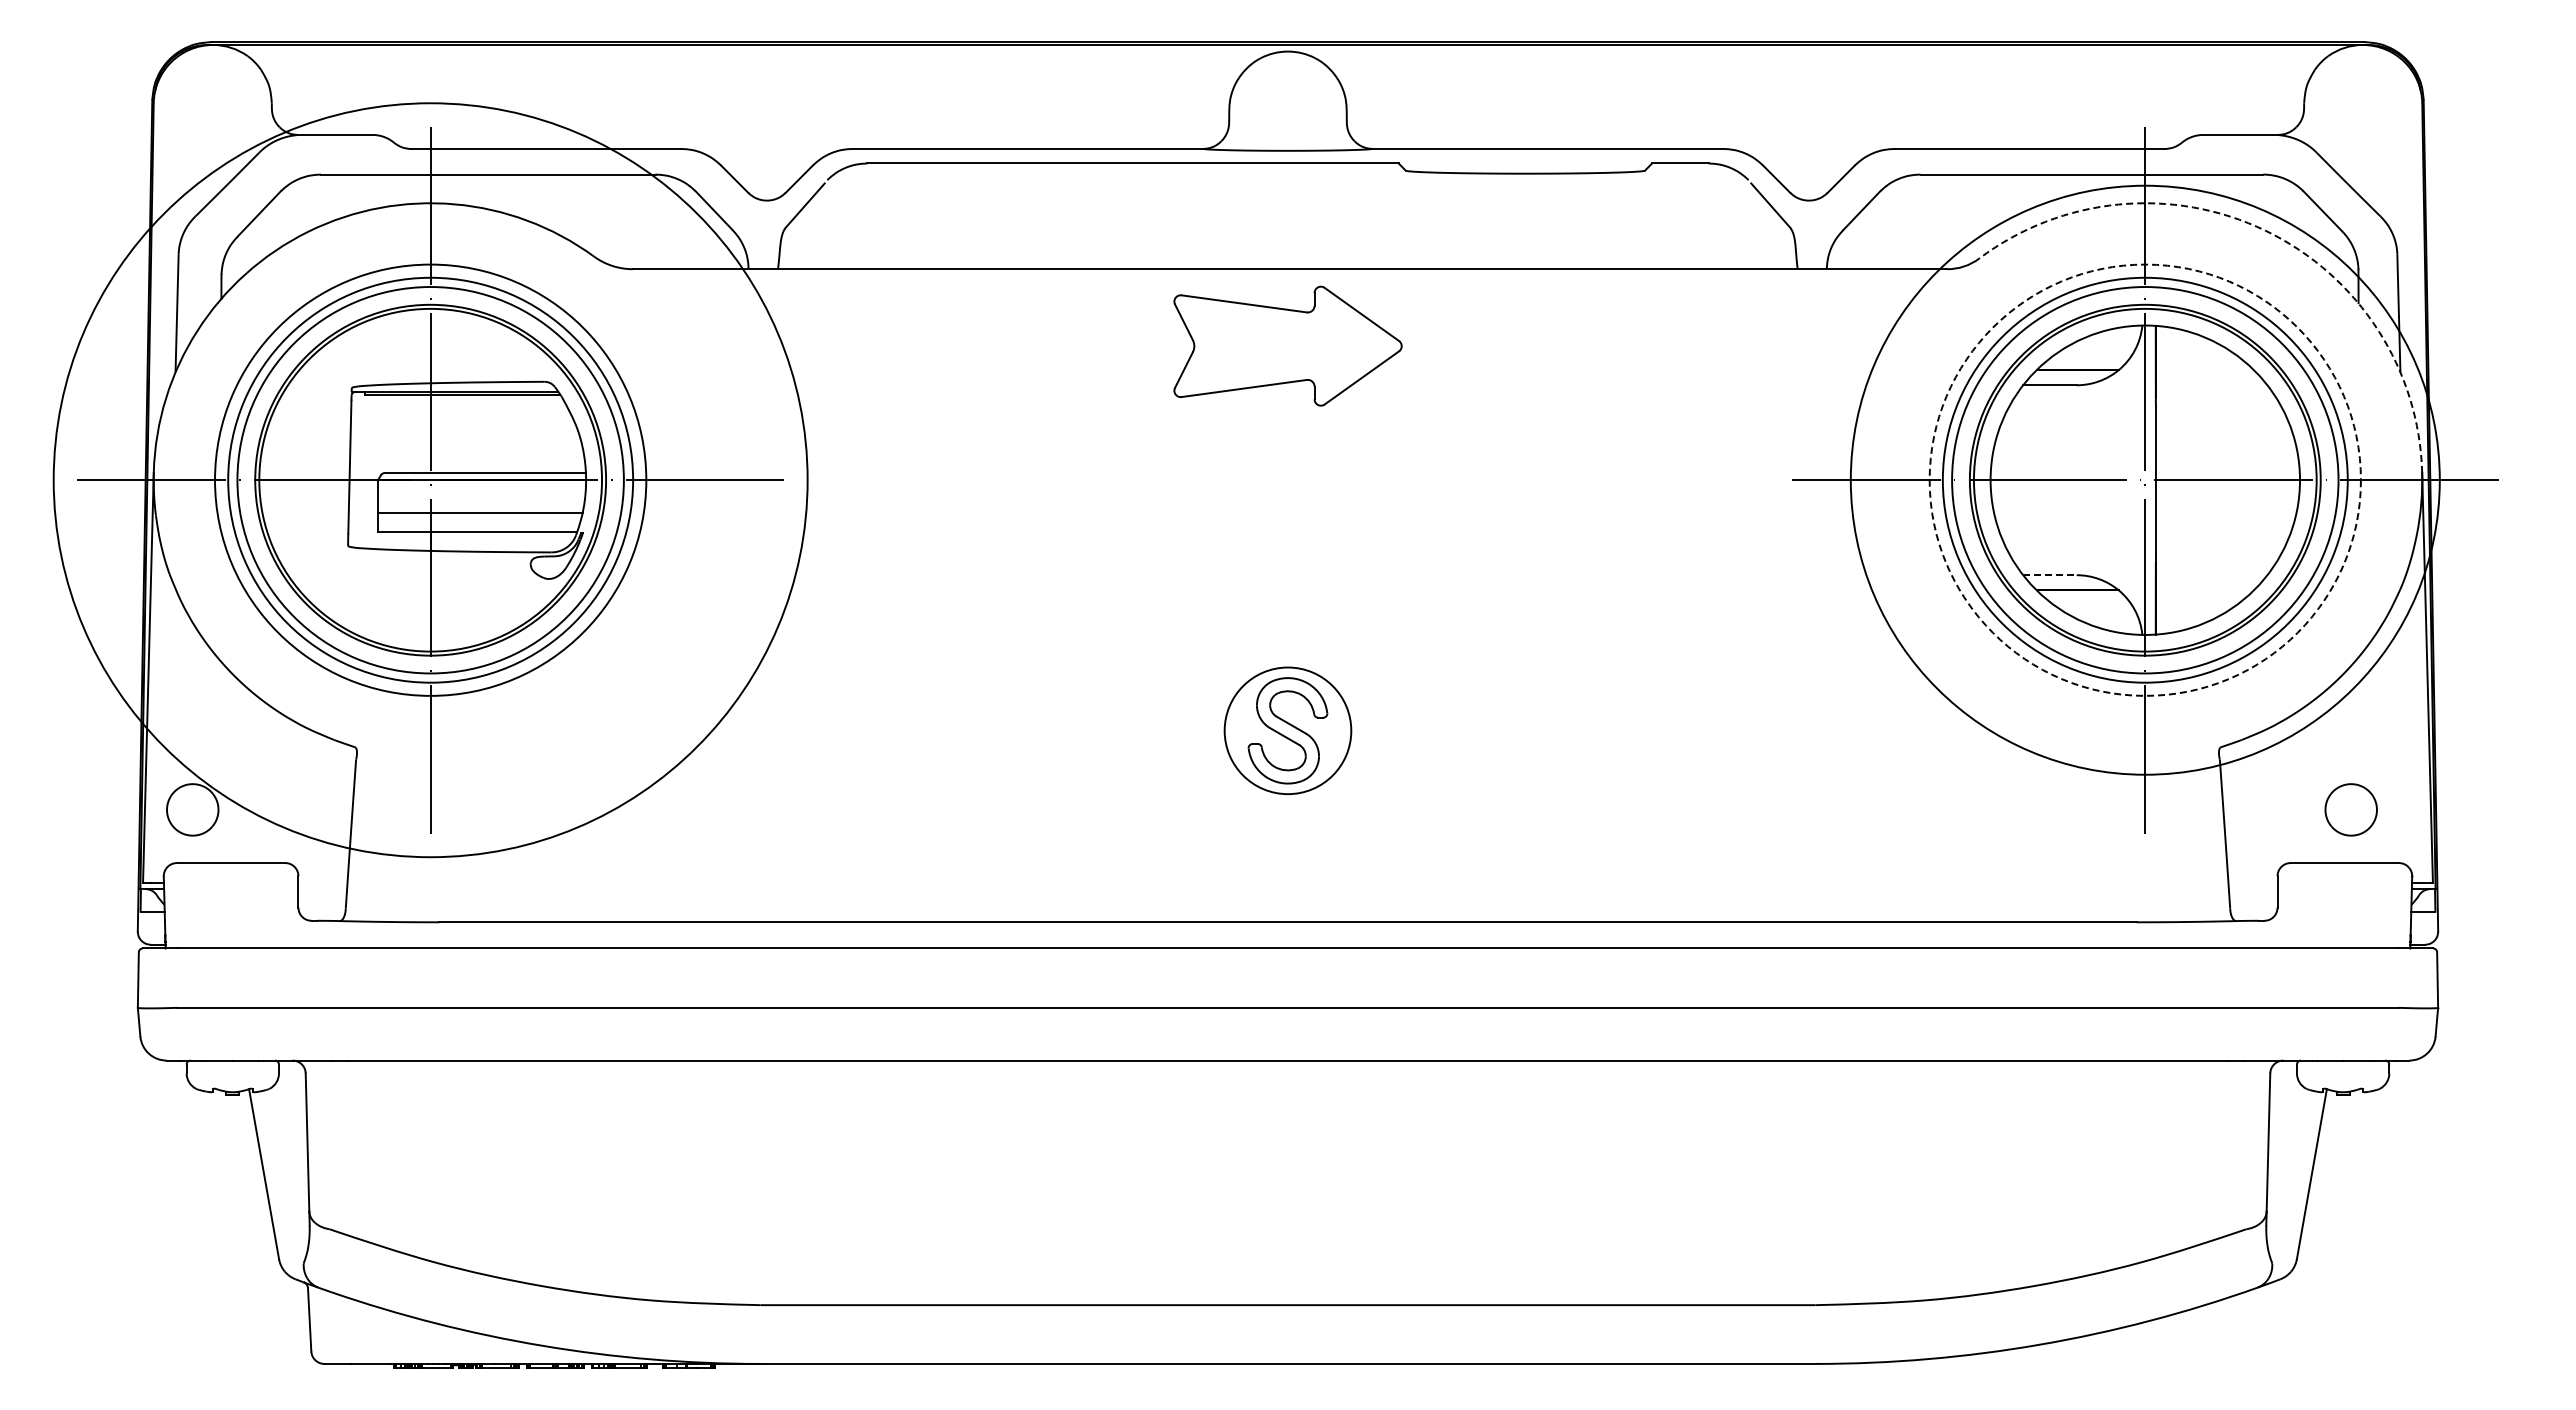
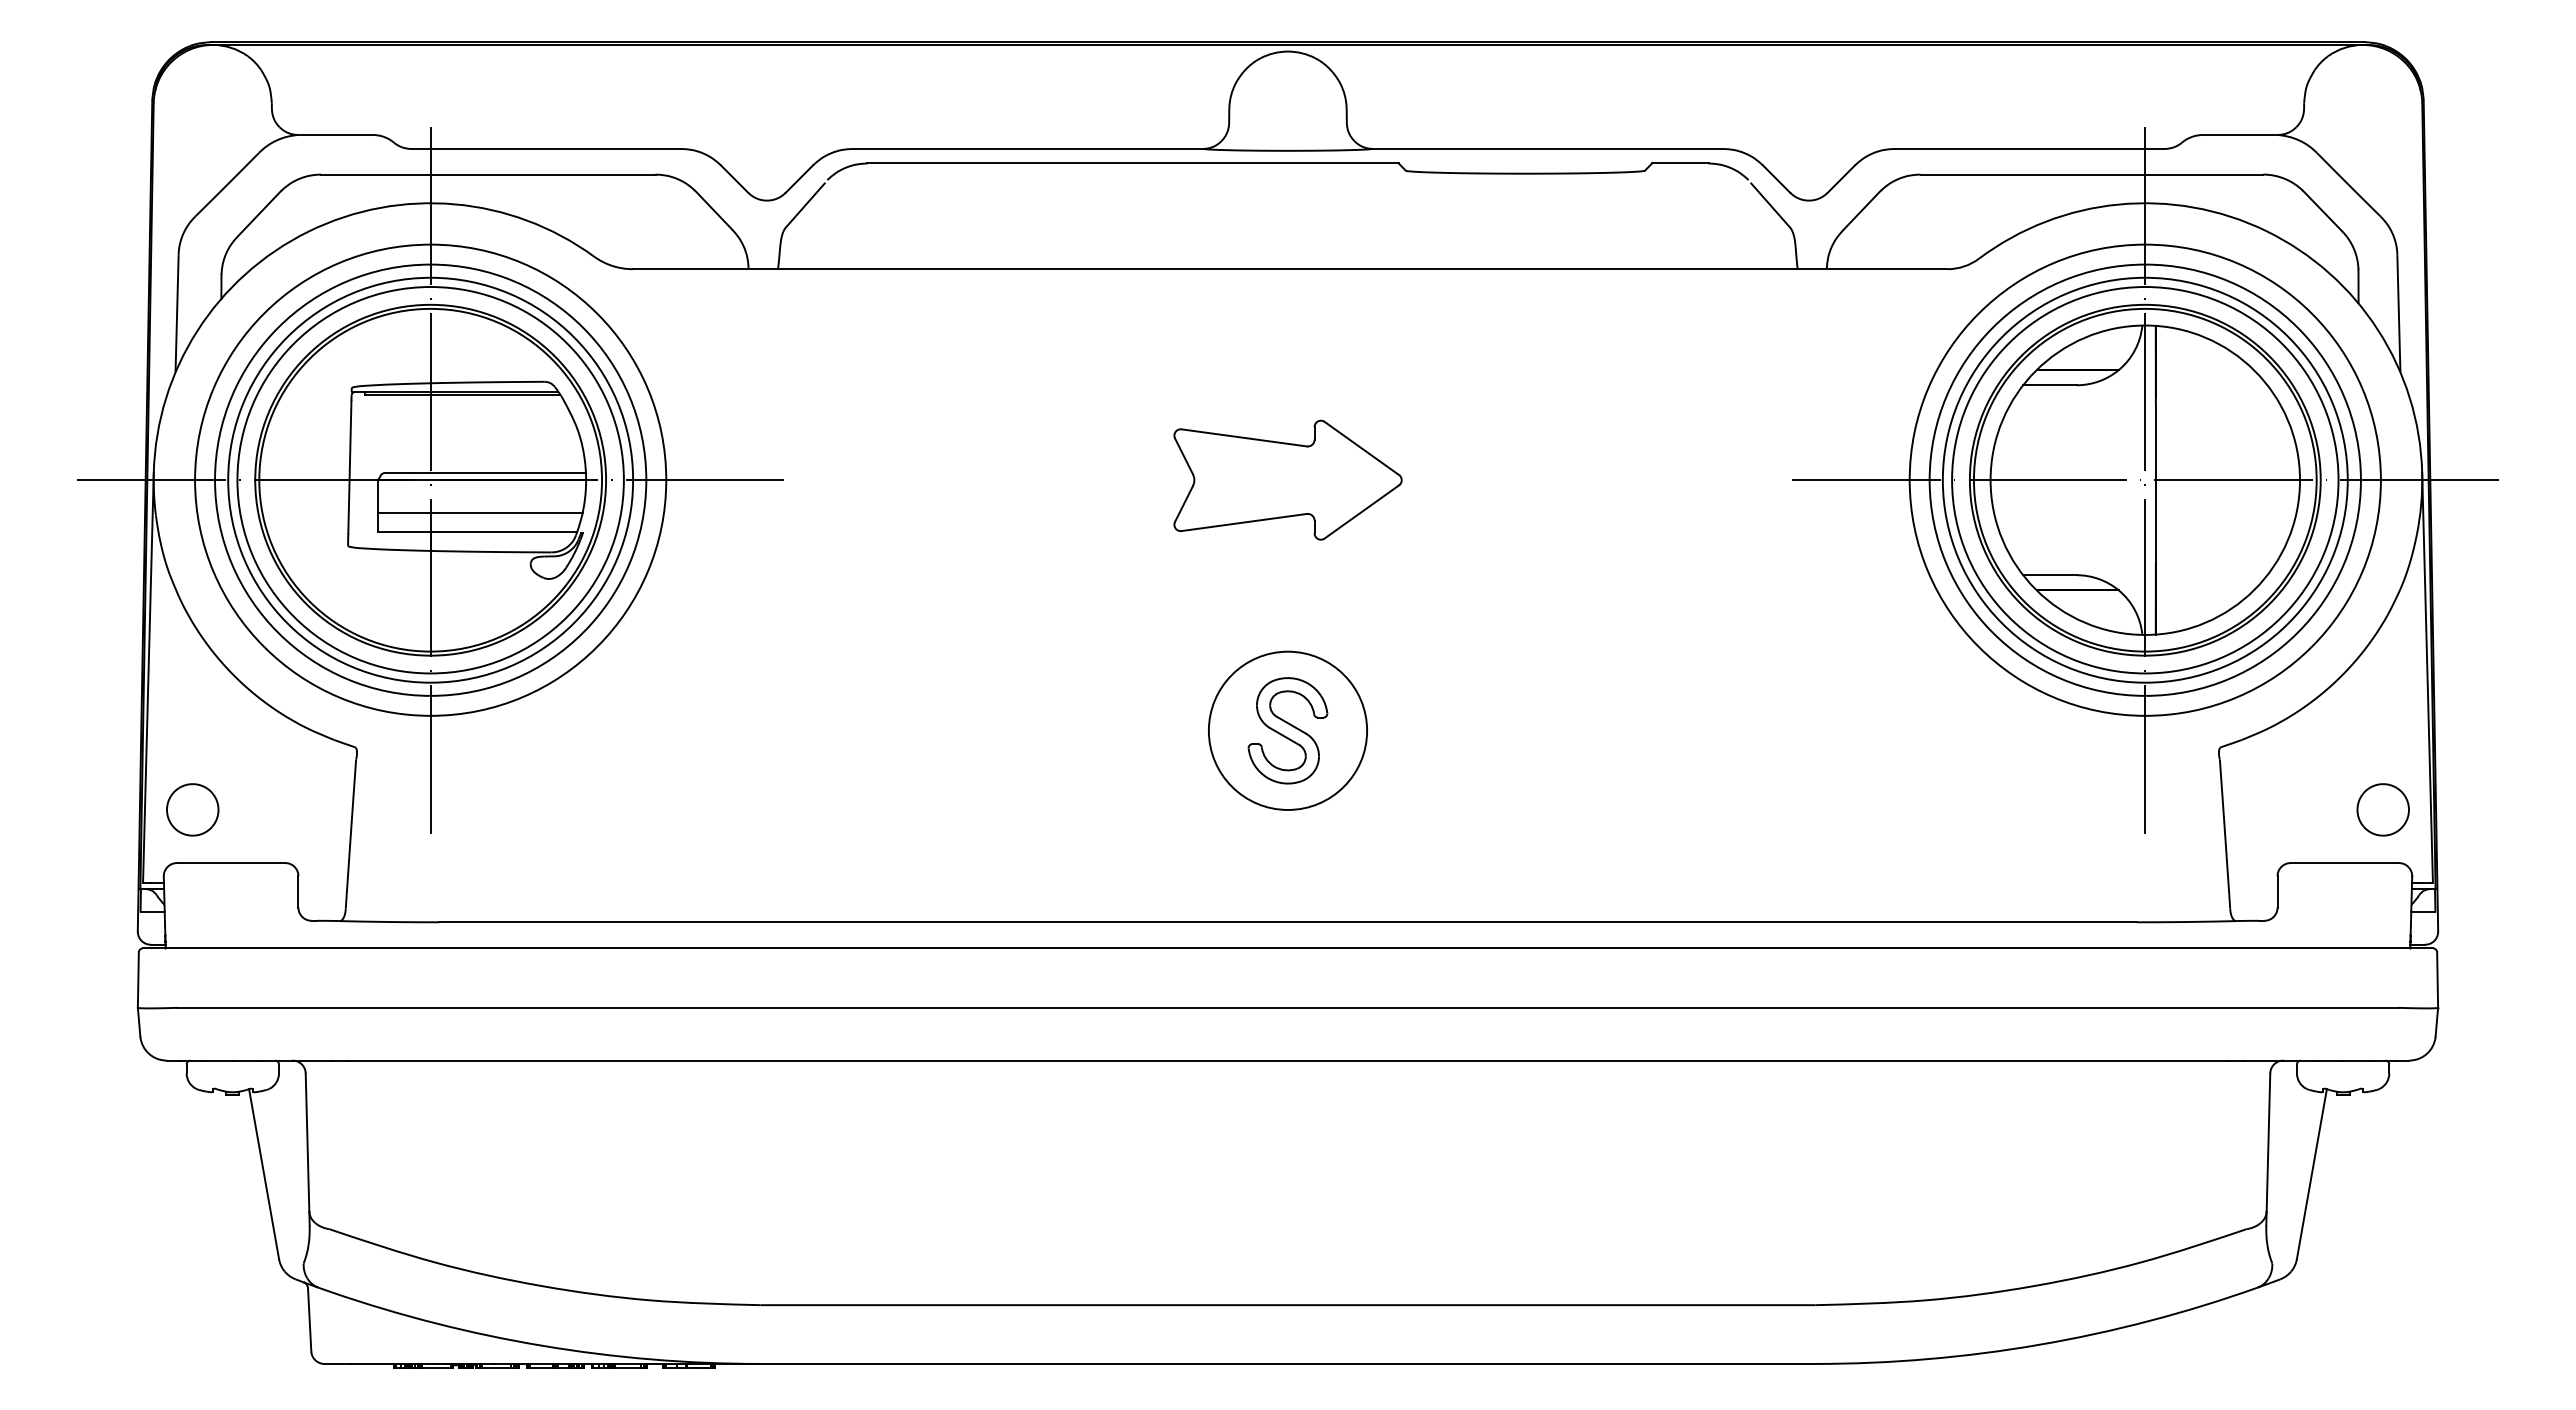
arc at (2265, 230): dashed -> solid
part at (1287, 345) position: (1287, 345) -> (1287, 479)
circle at (2144, 479) diameter: 589 px -> 471 px
circle at (2144, 479): dashed -> solid
circle at (430, 480) diameter: 754 px -> 471 px
line at (2049, 575): dashed -> solid
circle at (1287, 730) diameter: 127 px -> 158 px
part at (2350, 809) position: (2350, 809) -> (2382, 809)
